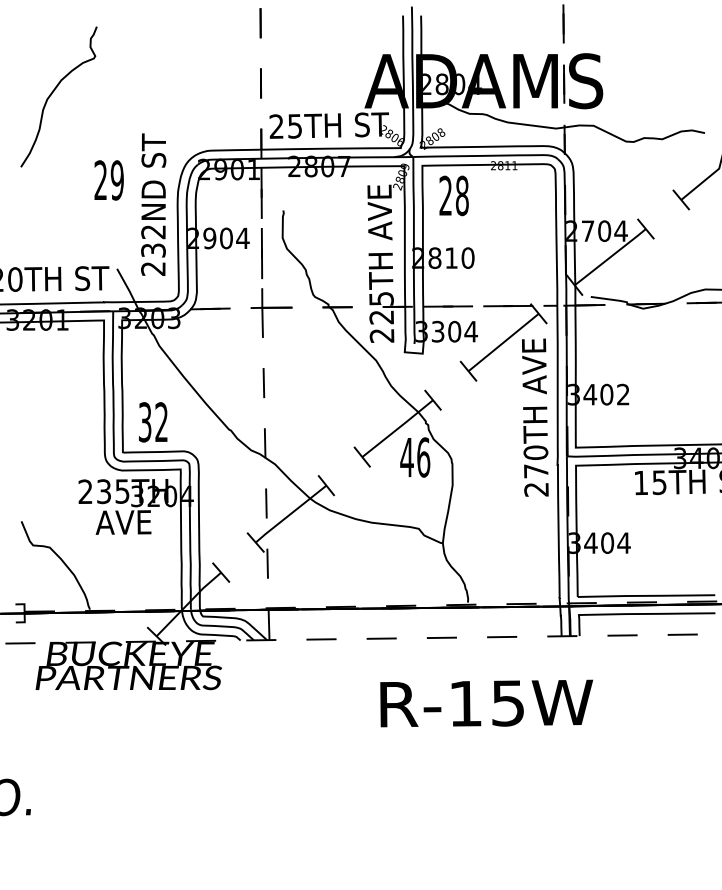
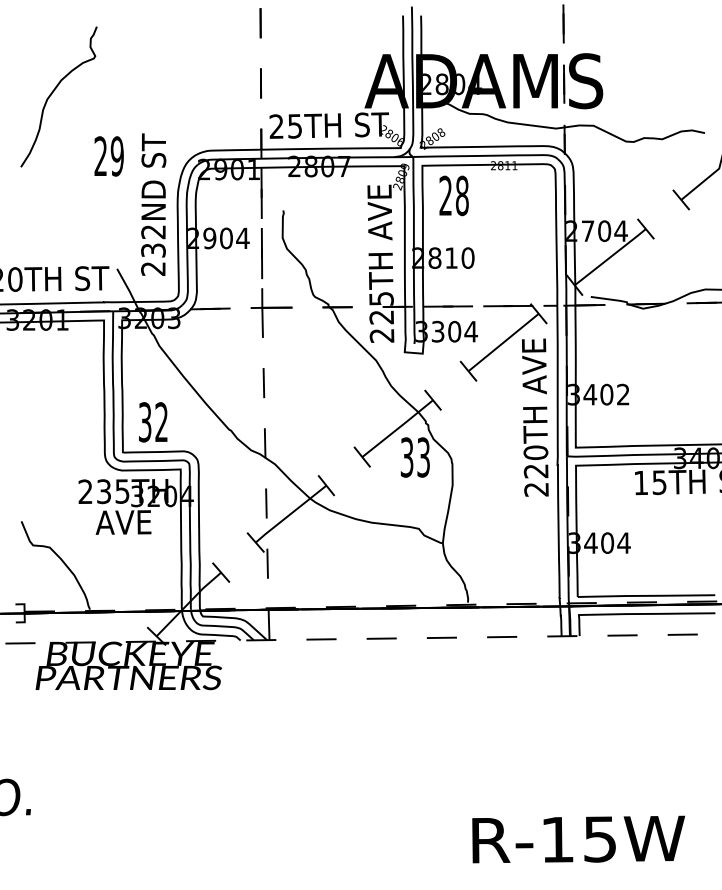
text at (108, 180) position: (108, 180) -> (108, 156)
text at (415, 457): 46 -> 33
text at (535, 471): 270TH -> 220TH
text at (486, 703) position: (486, 703) -> (578, 839)
